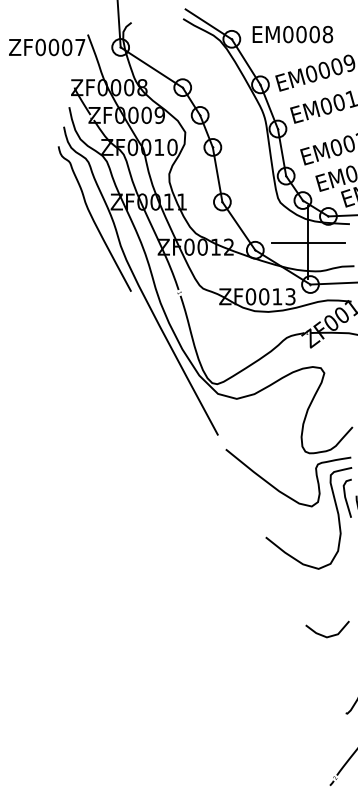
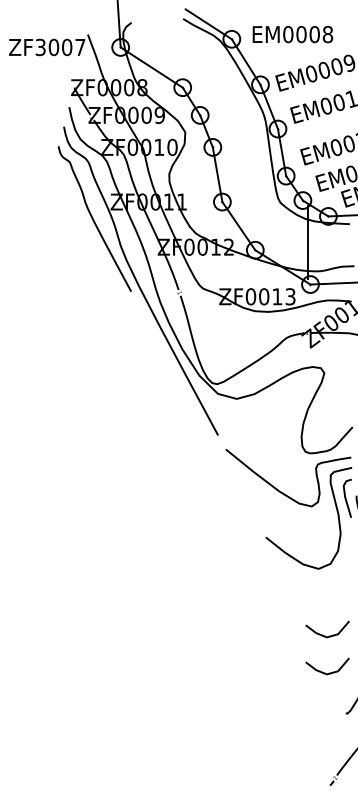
text at (40, 47): ZF0007 -> ZF3007
line at (308, 242): present -> none
line at (325, 672): none -> present
